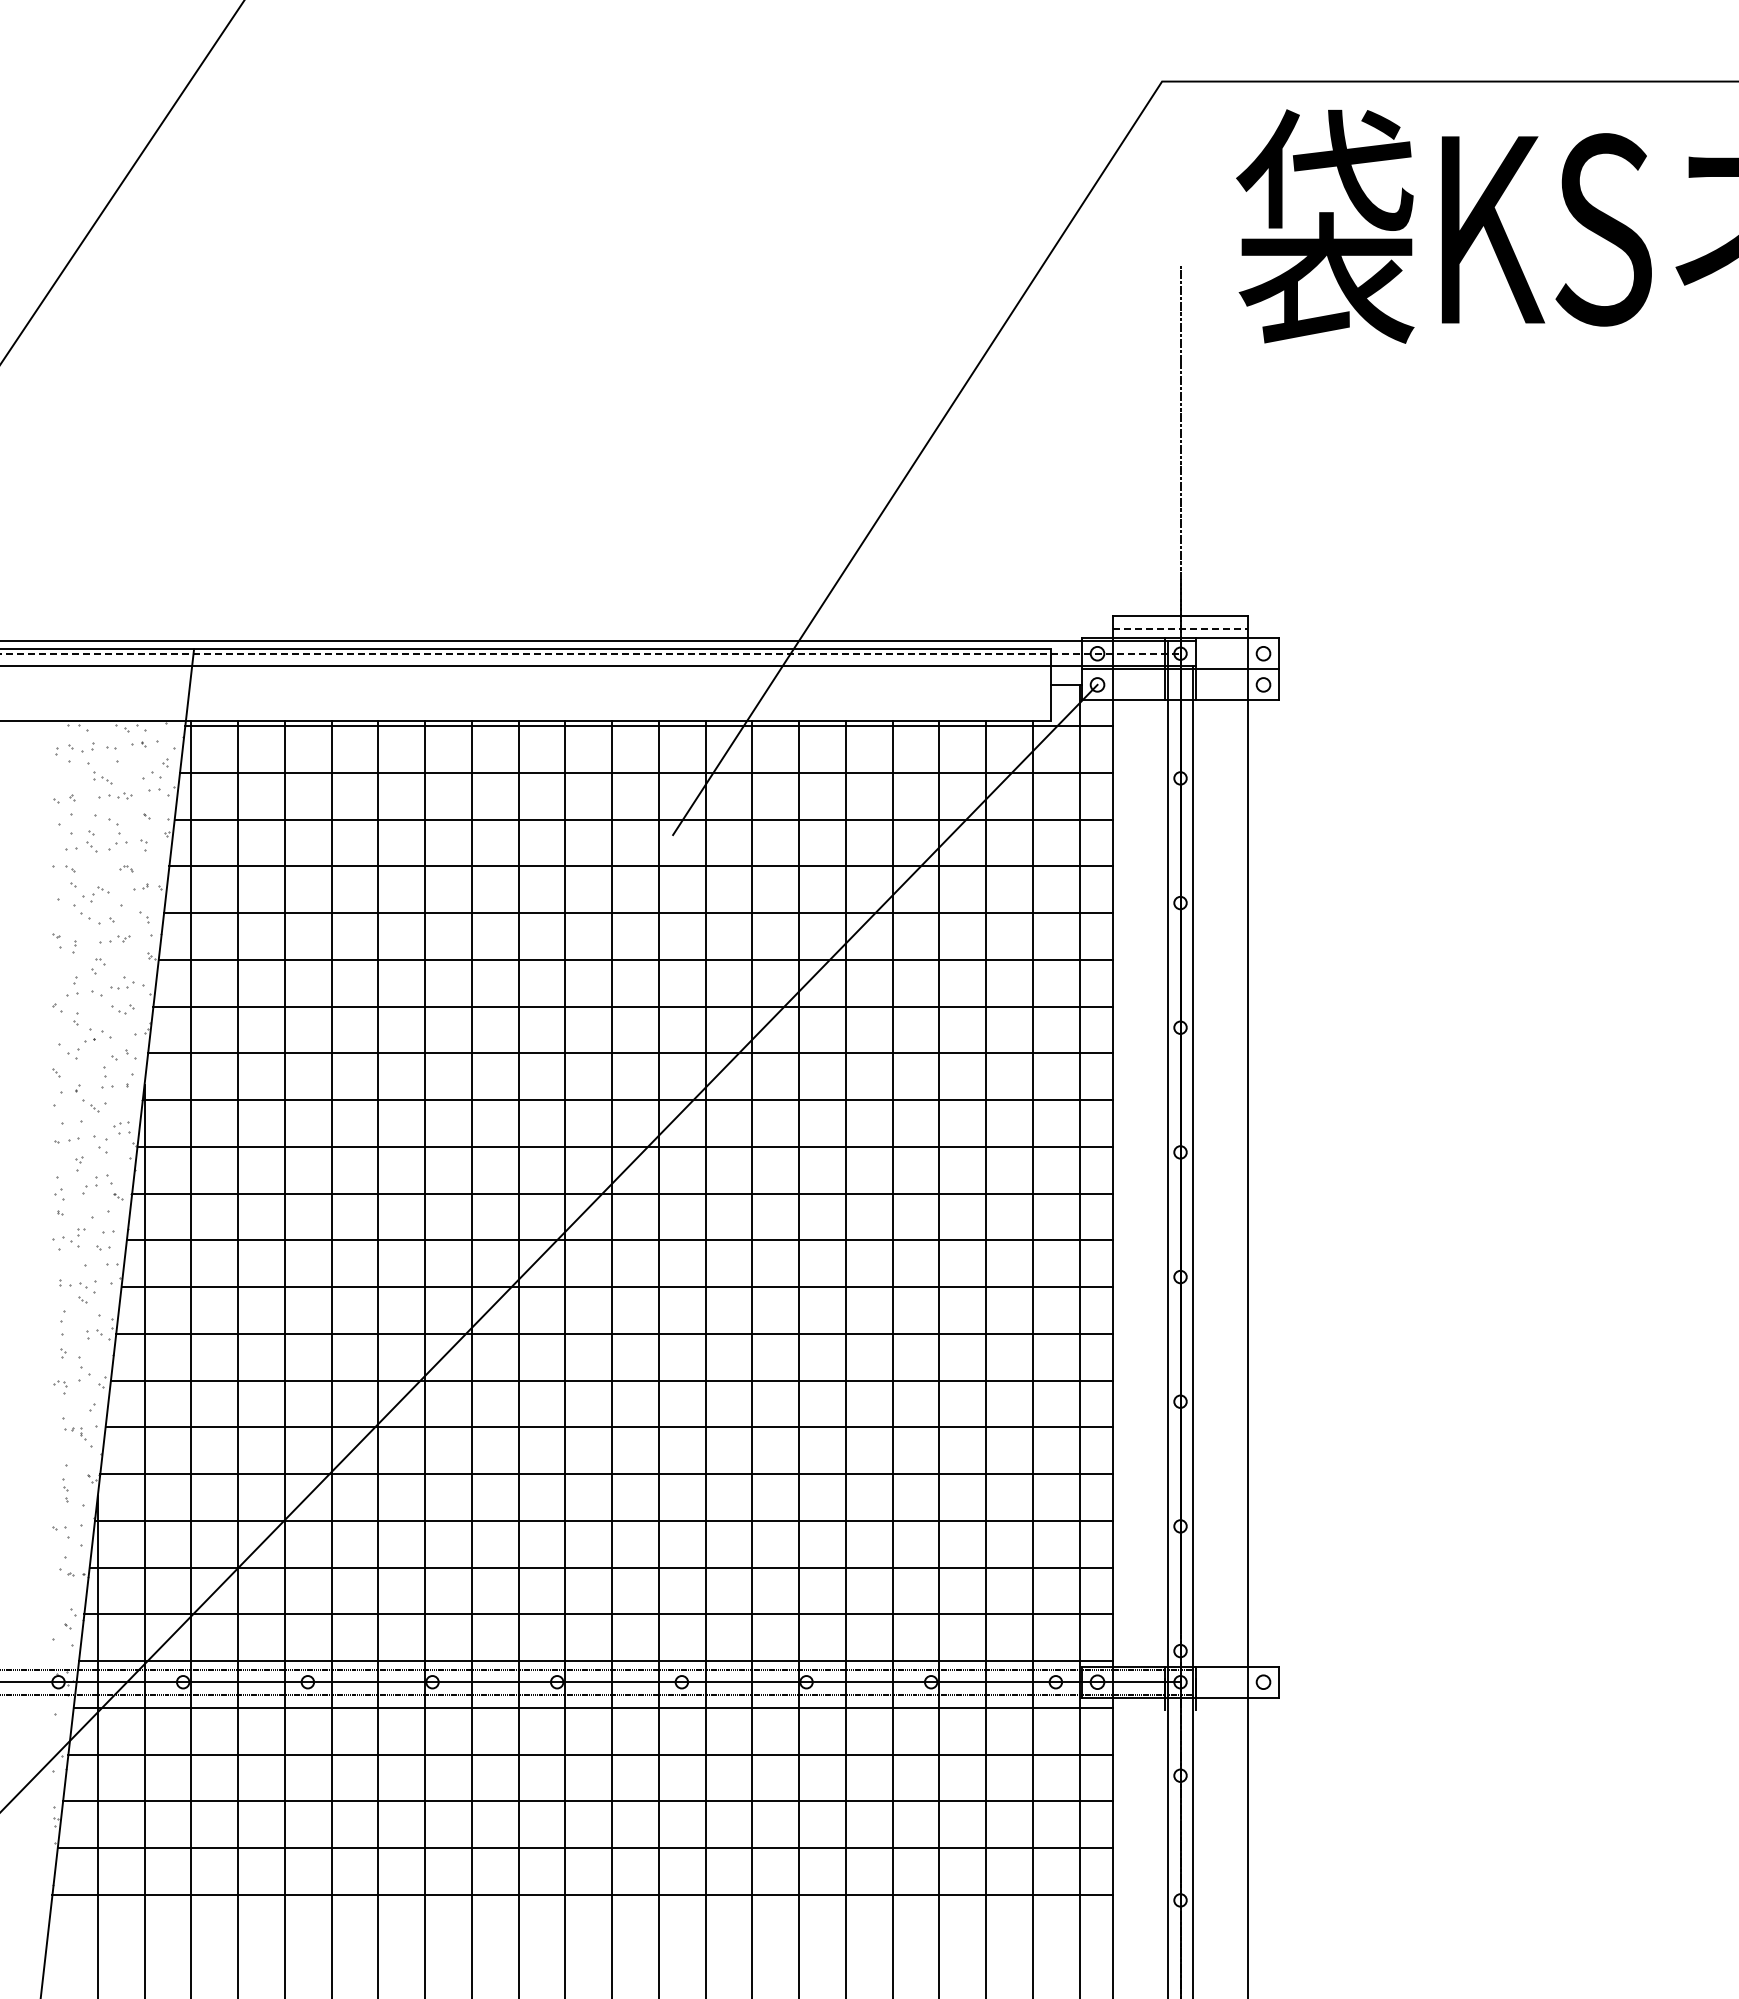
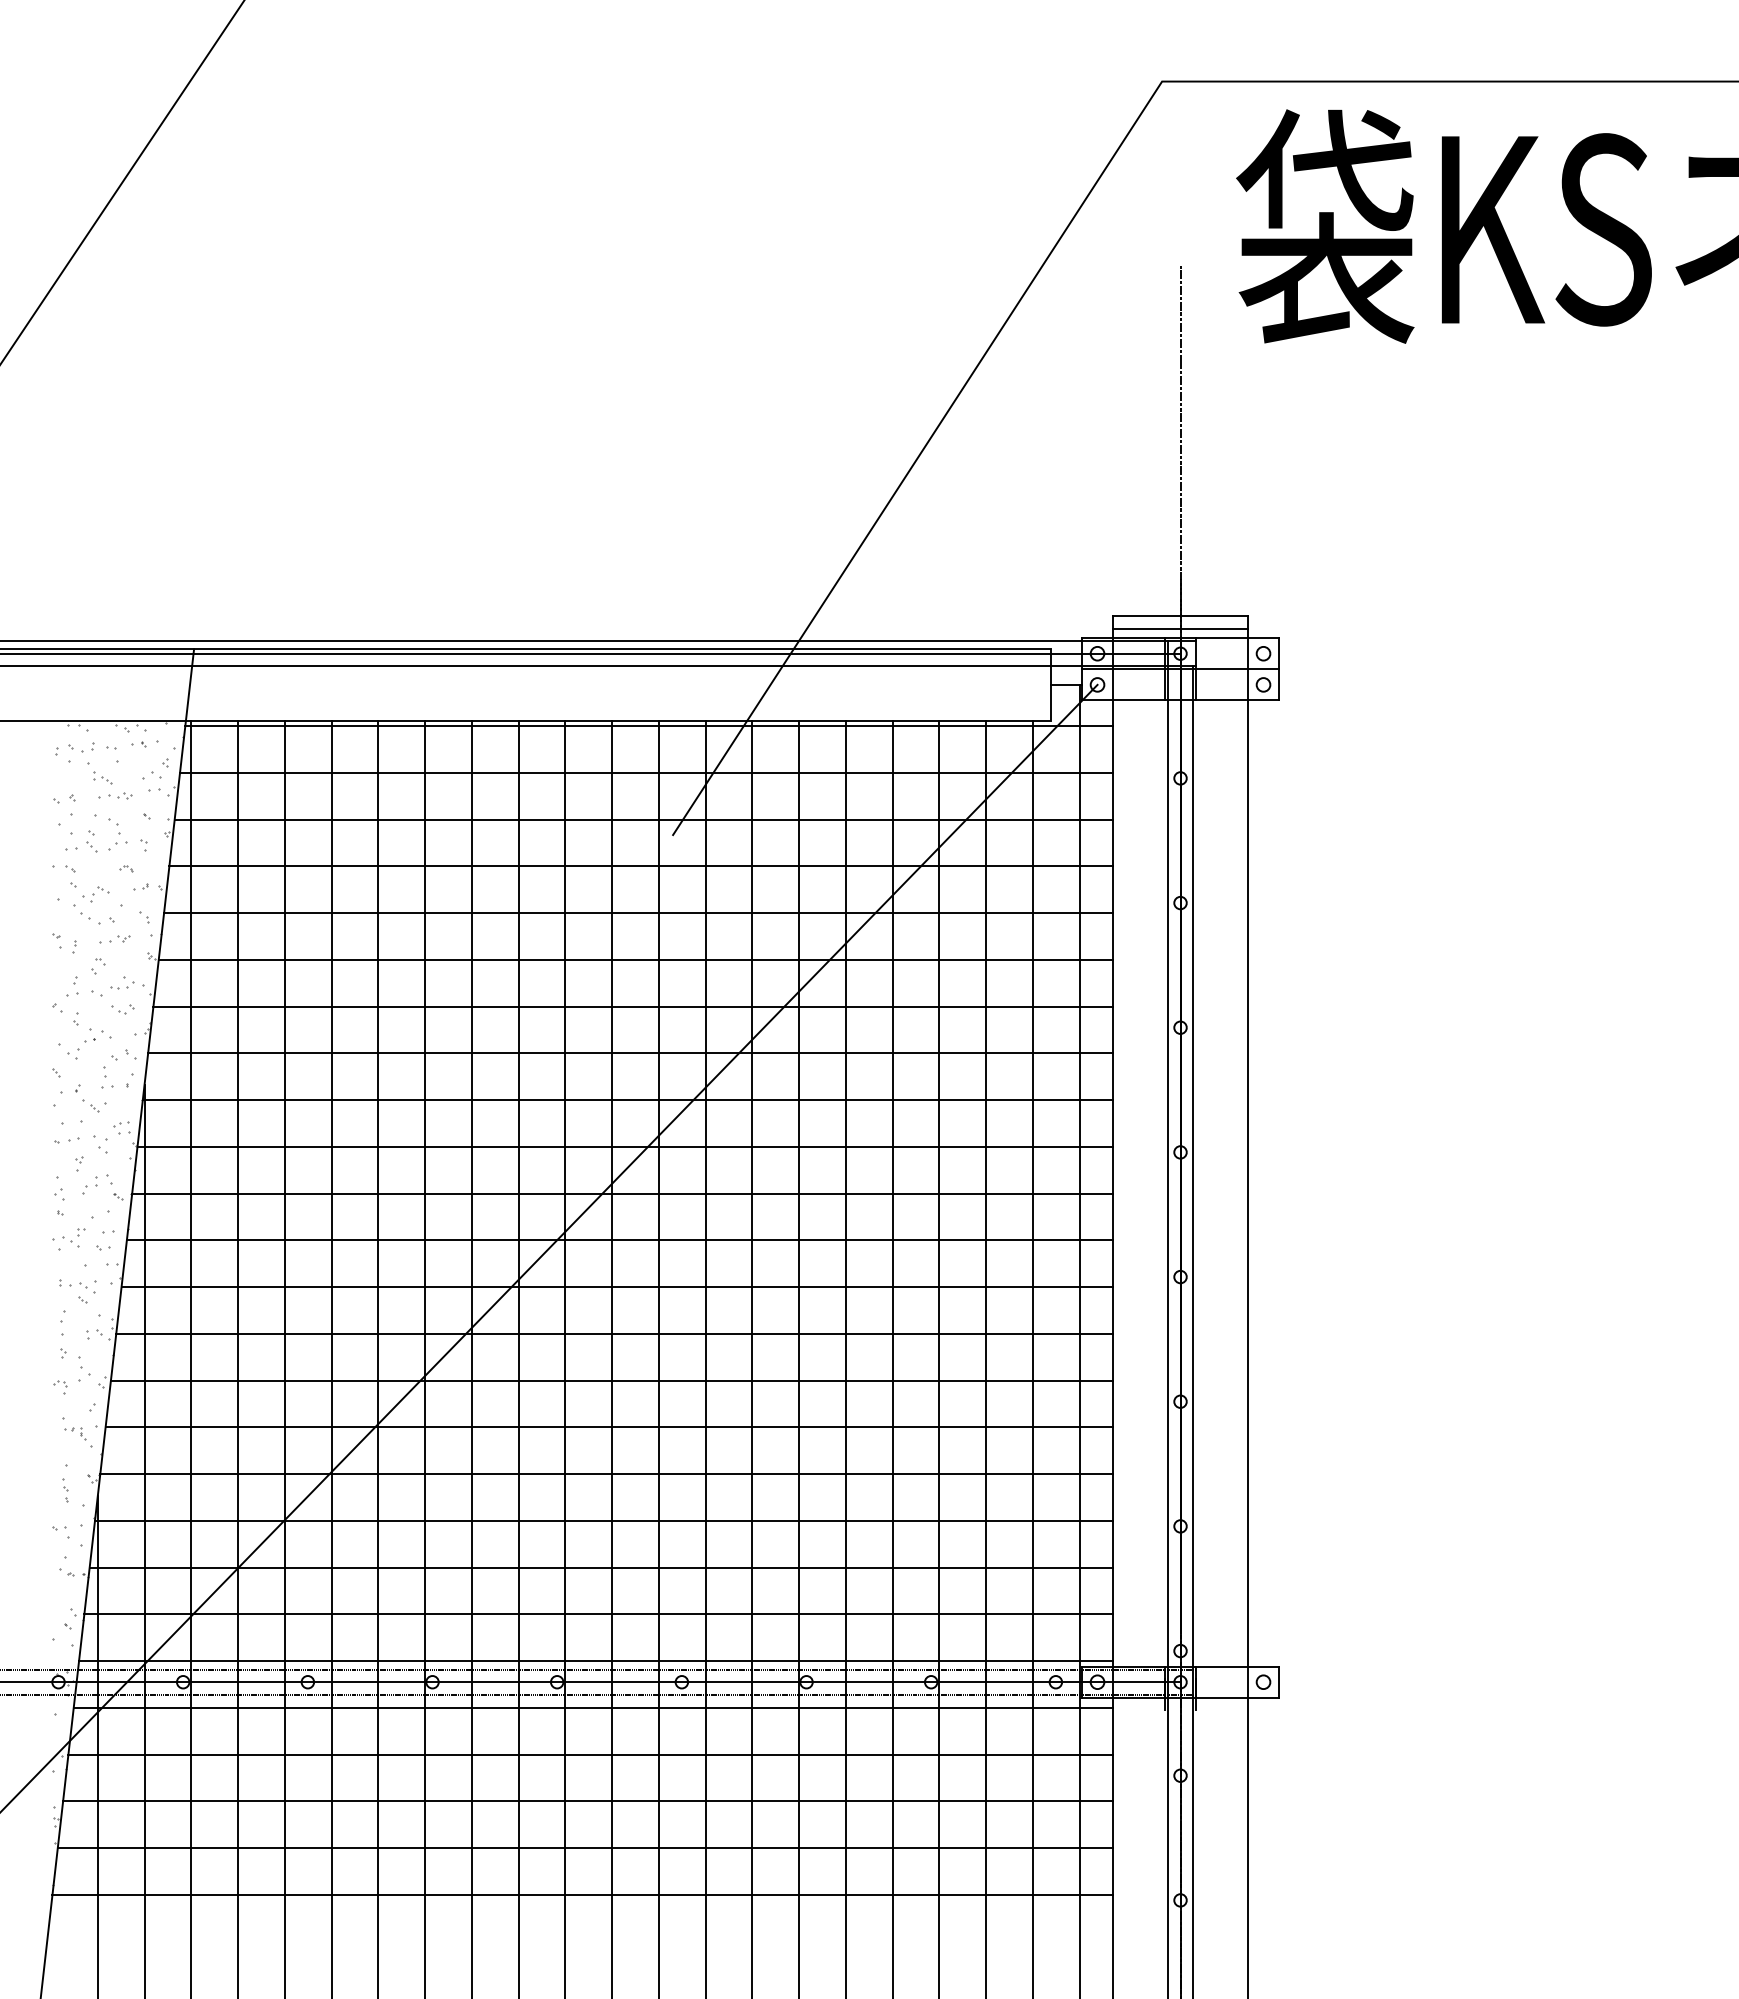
line at (1181, 628): dashed -> solid
line at (590, 653): dashed -> solid
